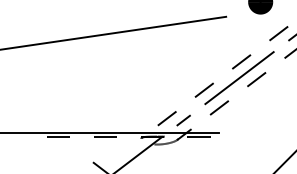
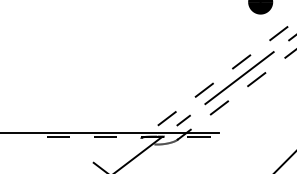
line at (114, 32): present -> none
